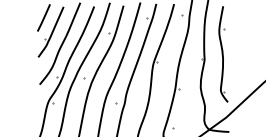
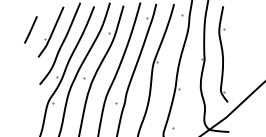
line at (43, 17) position: (43, 17) -> (30, 29)
